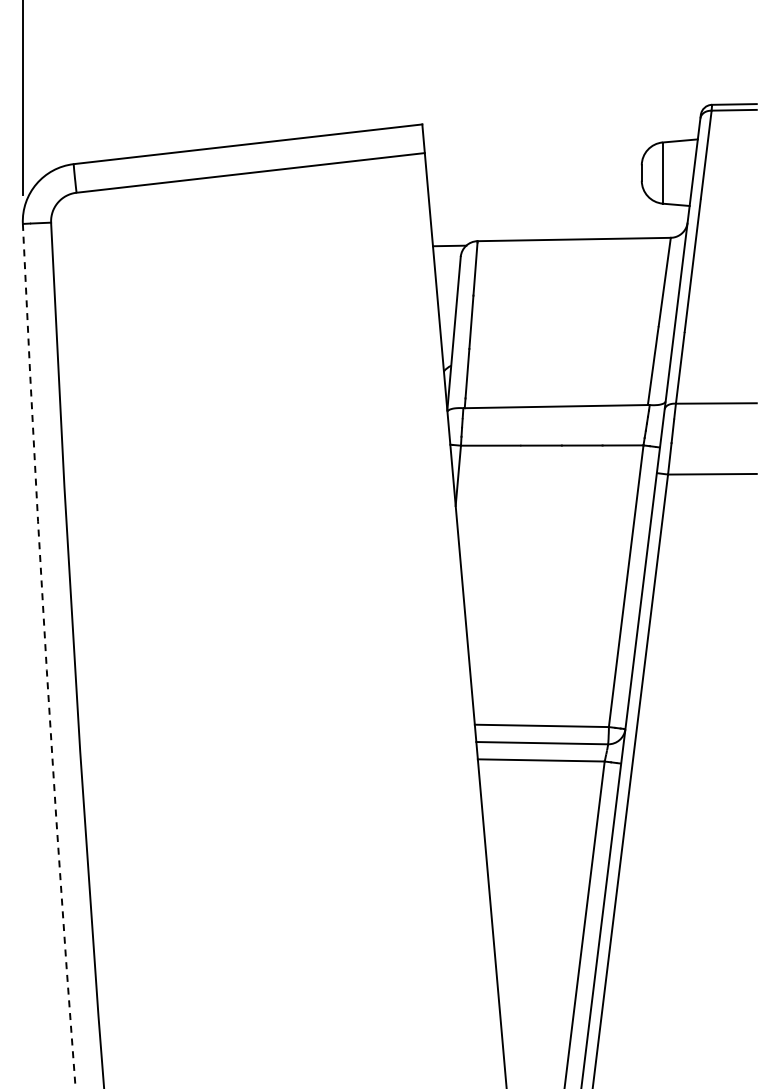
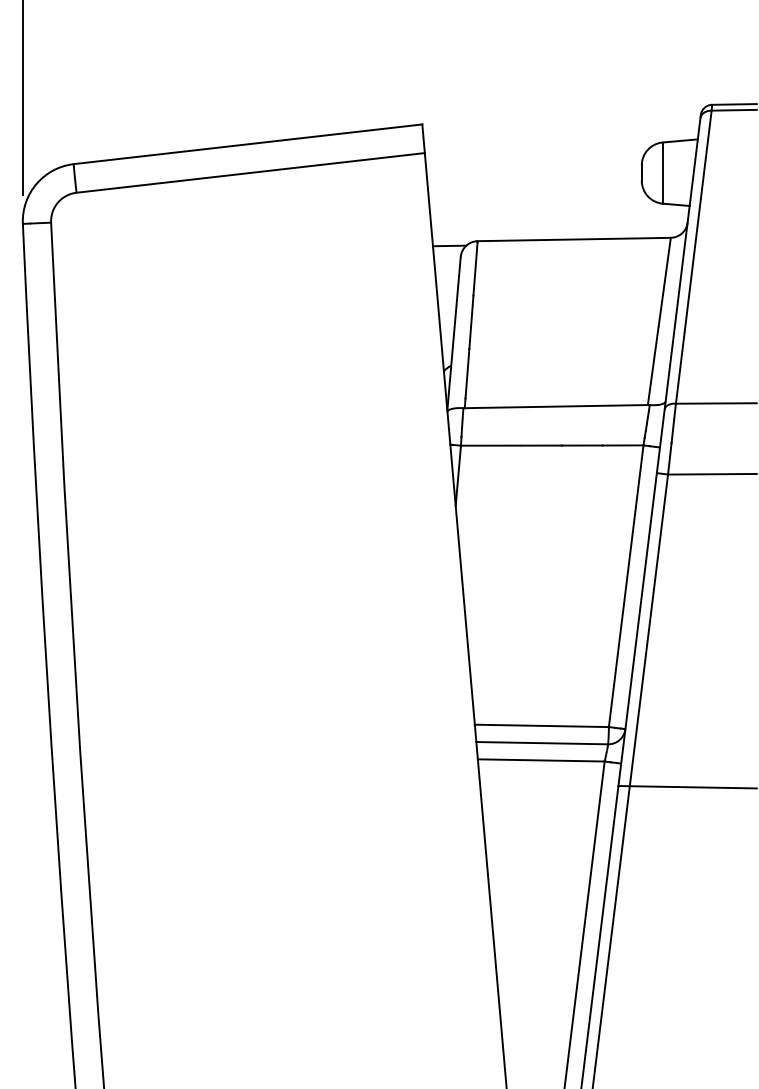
arc at (46, 657): dashed -> solid
line at (686, 787): none -> present
